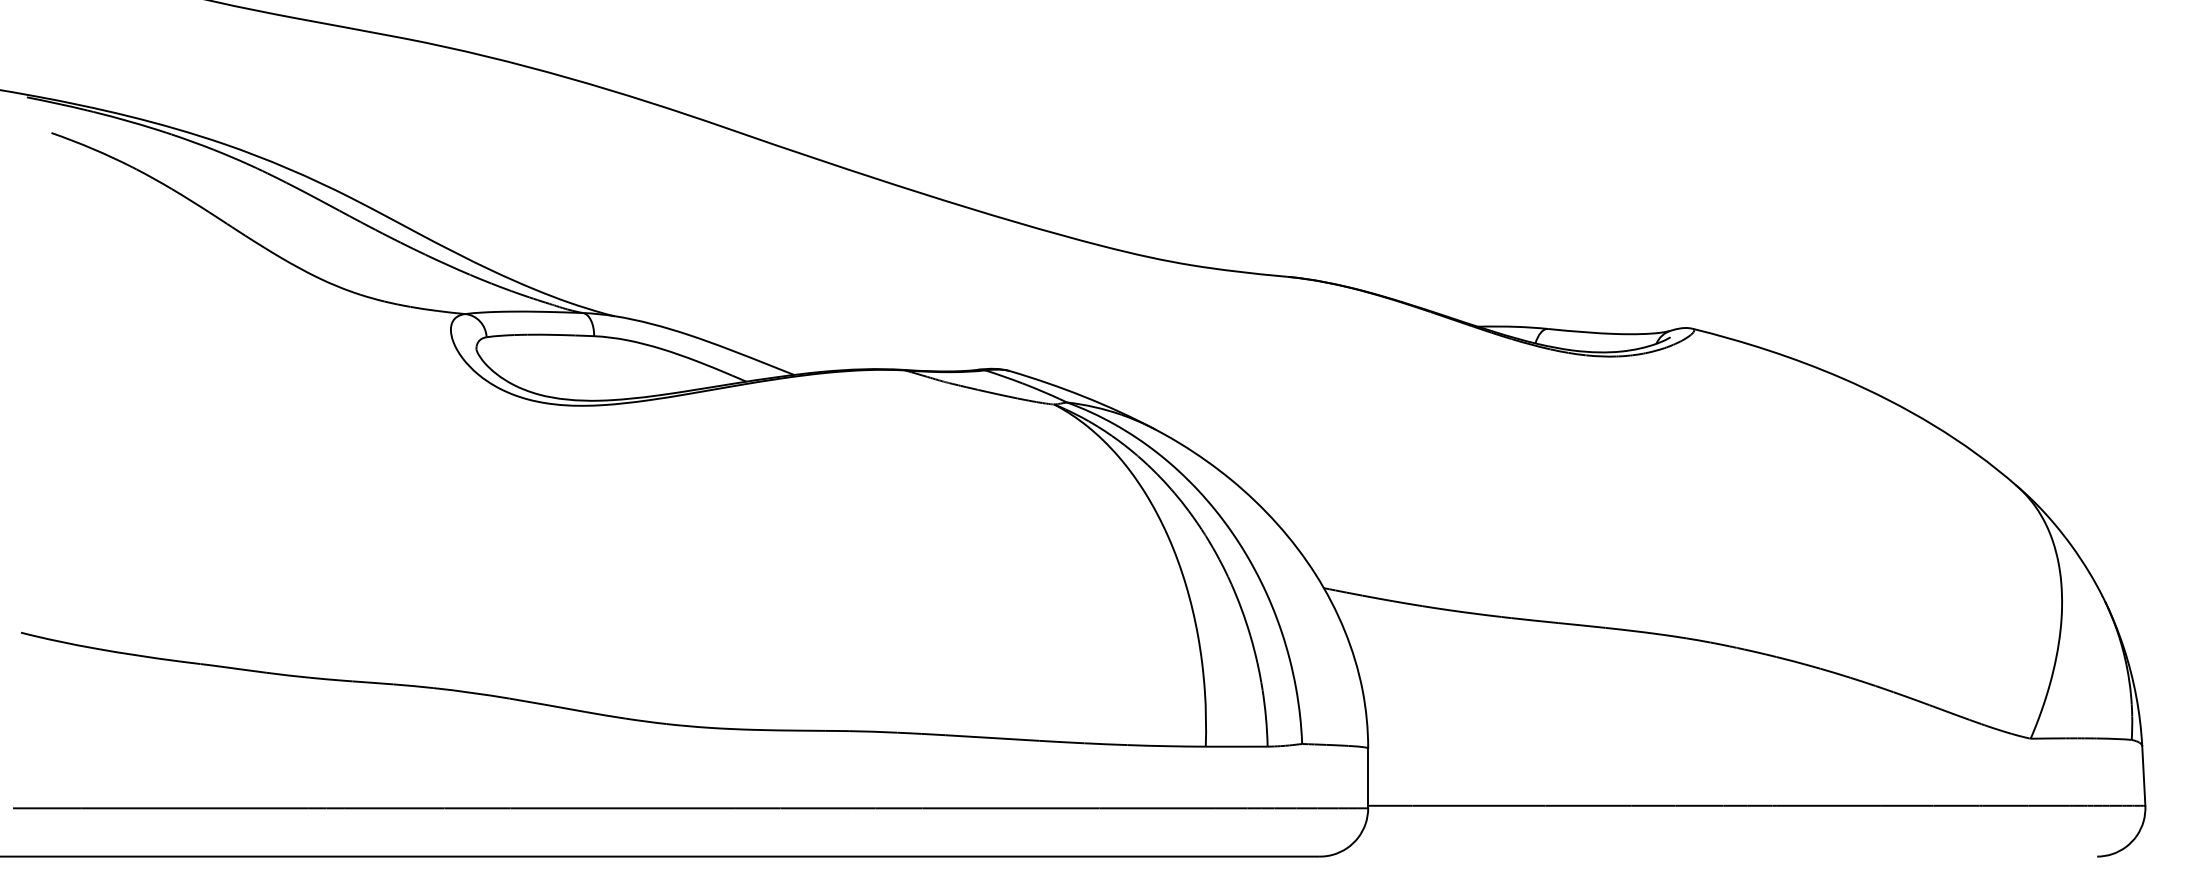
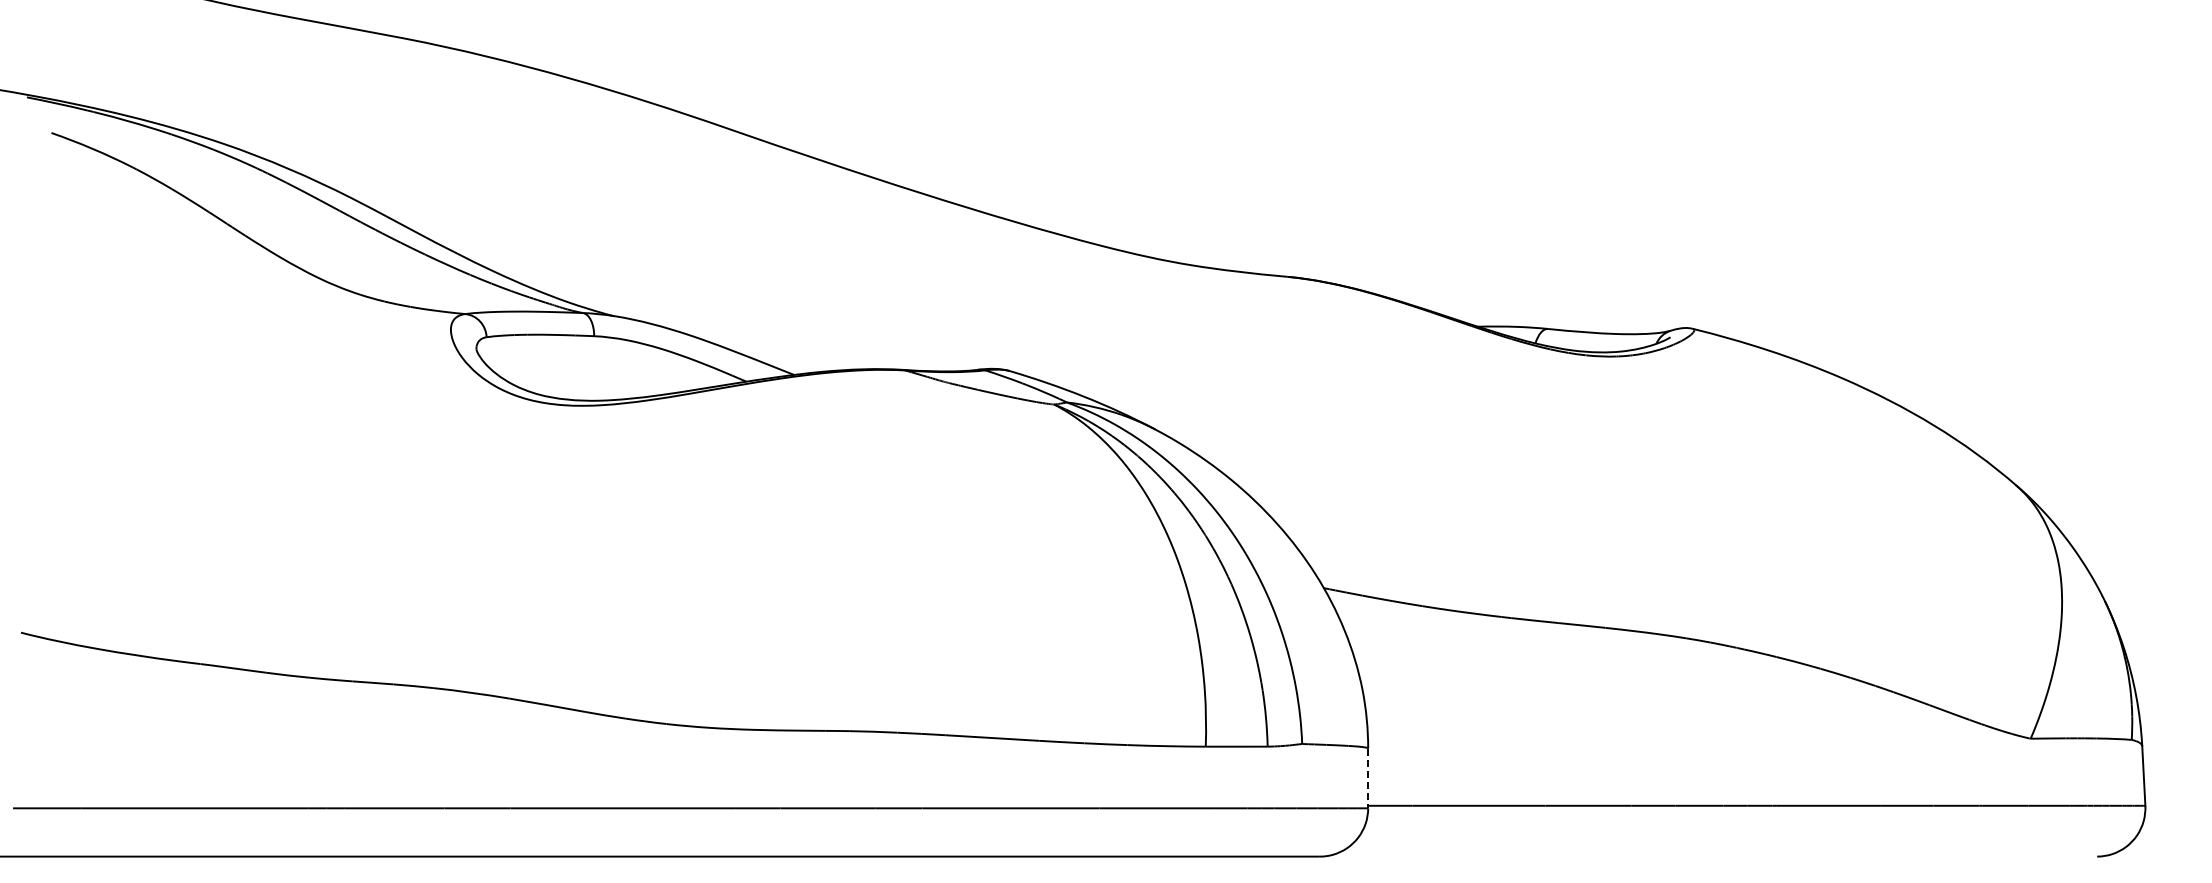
line at (1368, 778): solid -> dashed
